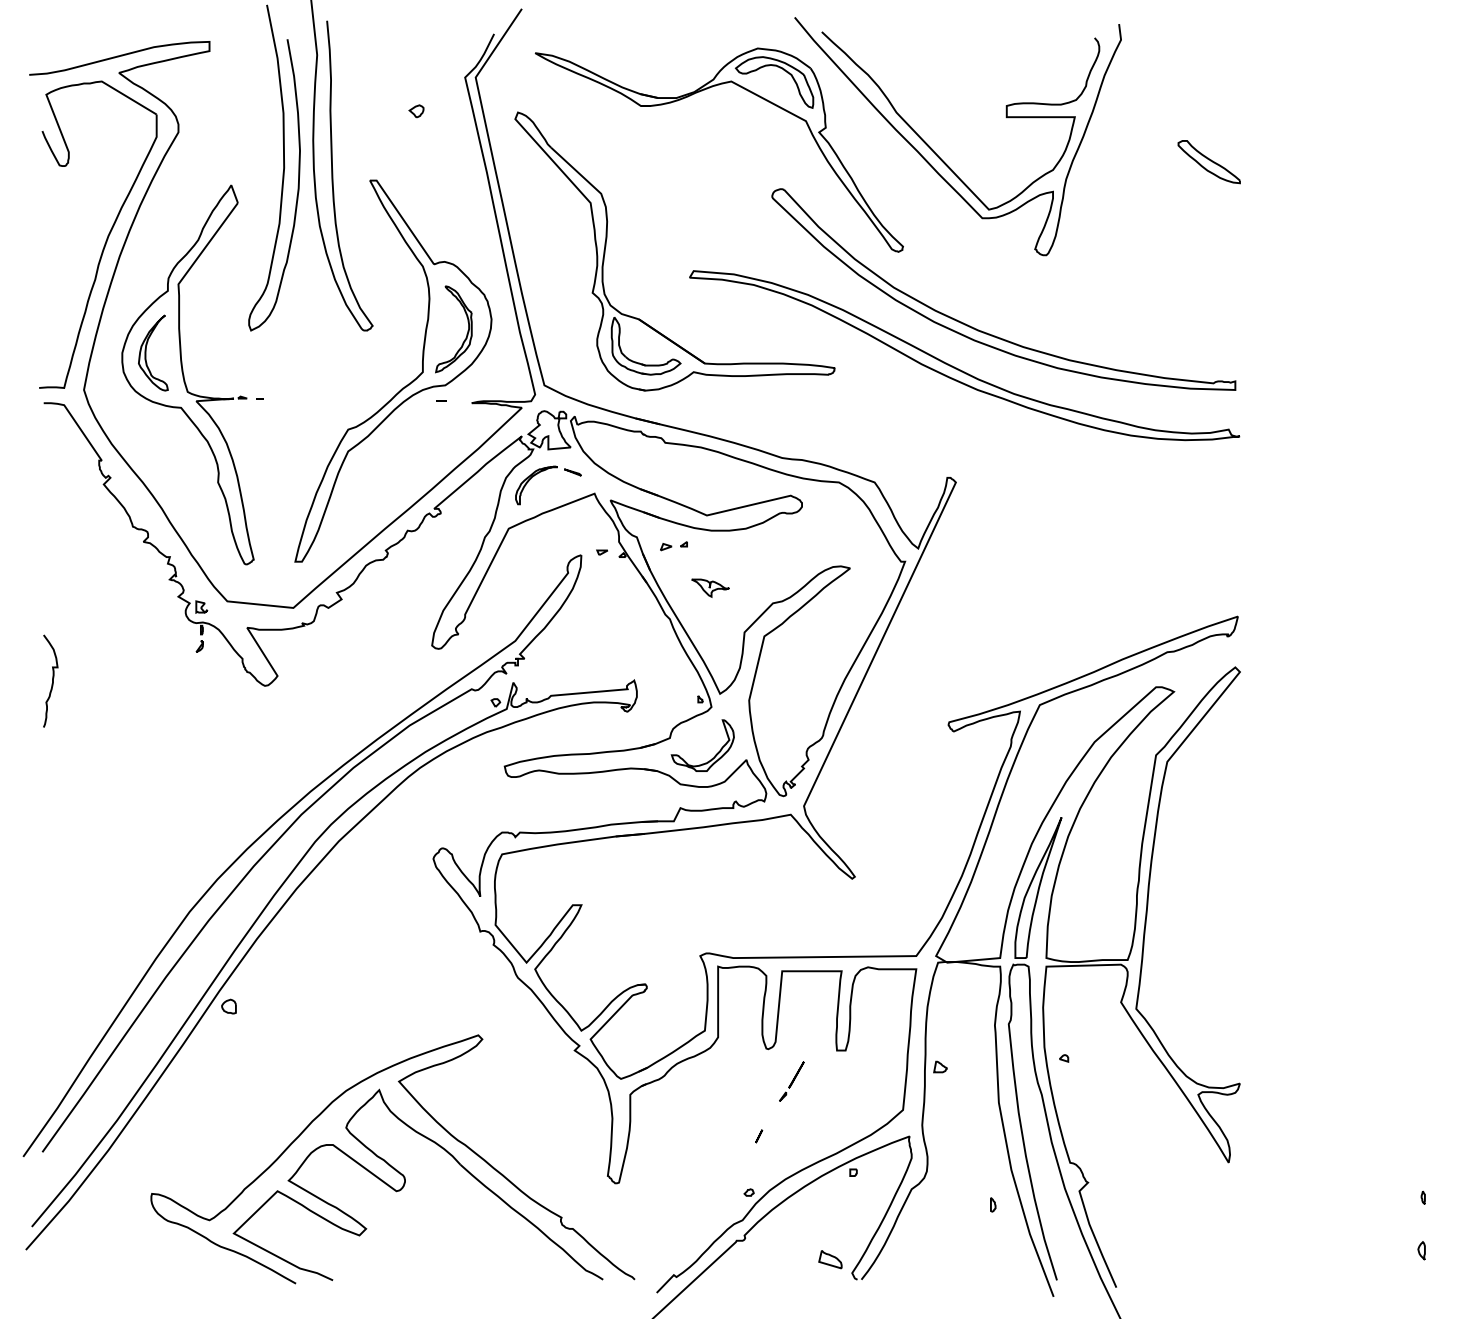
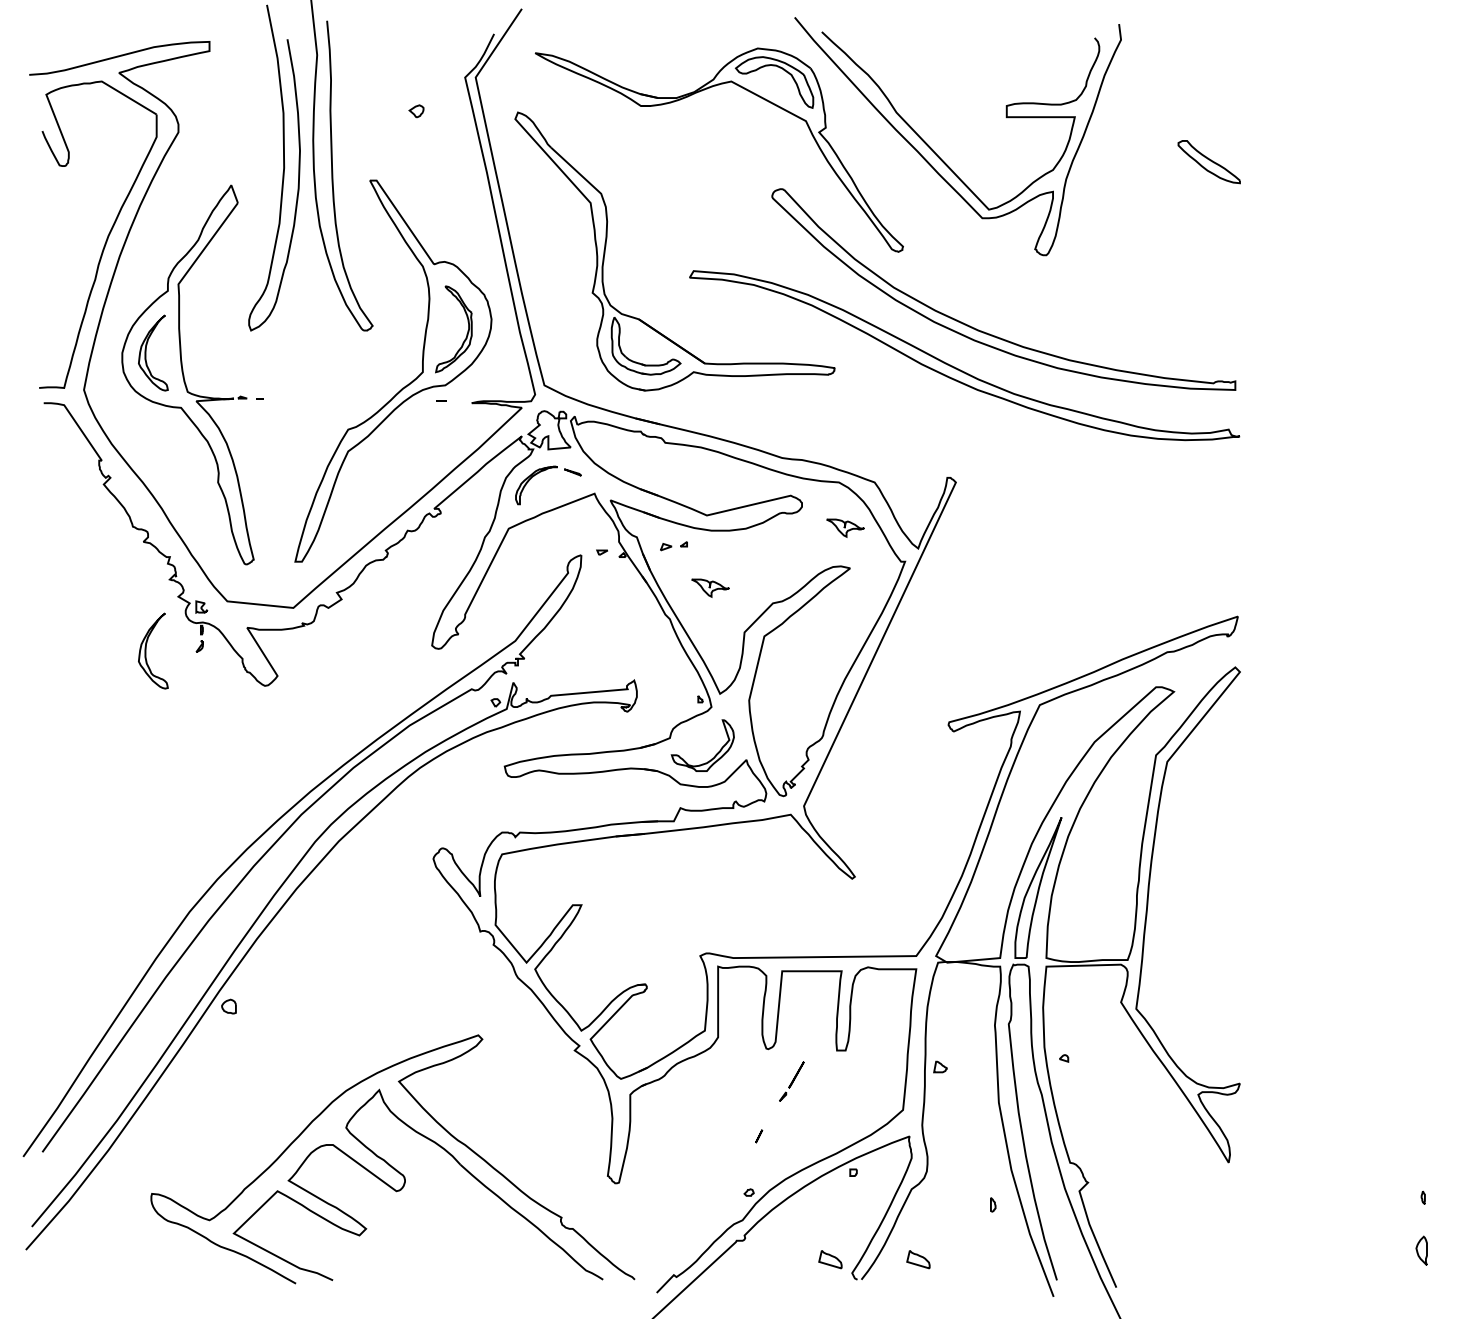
part at (845, 527): none -> present
part at (146, 650): none -> present
curve at (52, 680): present -> none
part at (1421, 1250) size: 9x20 px -> 13x31 px
part at (918, 1259): none -> present
